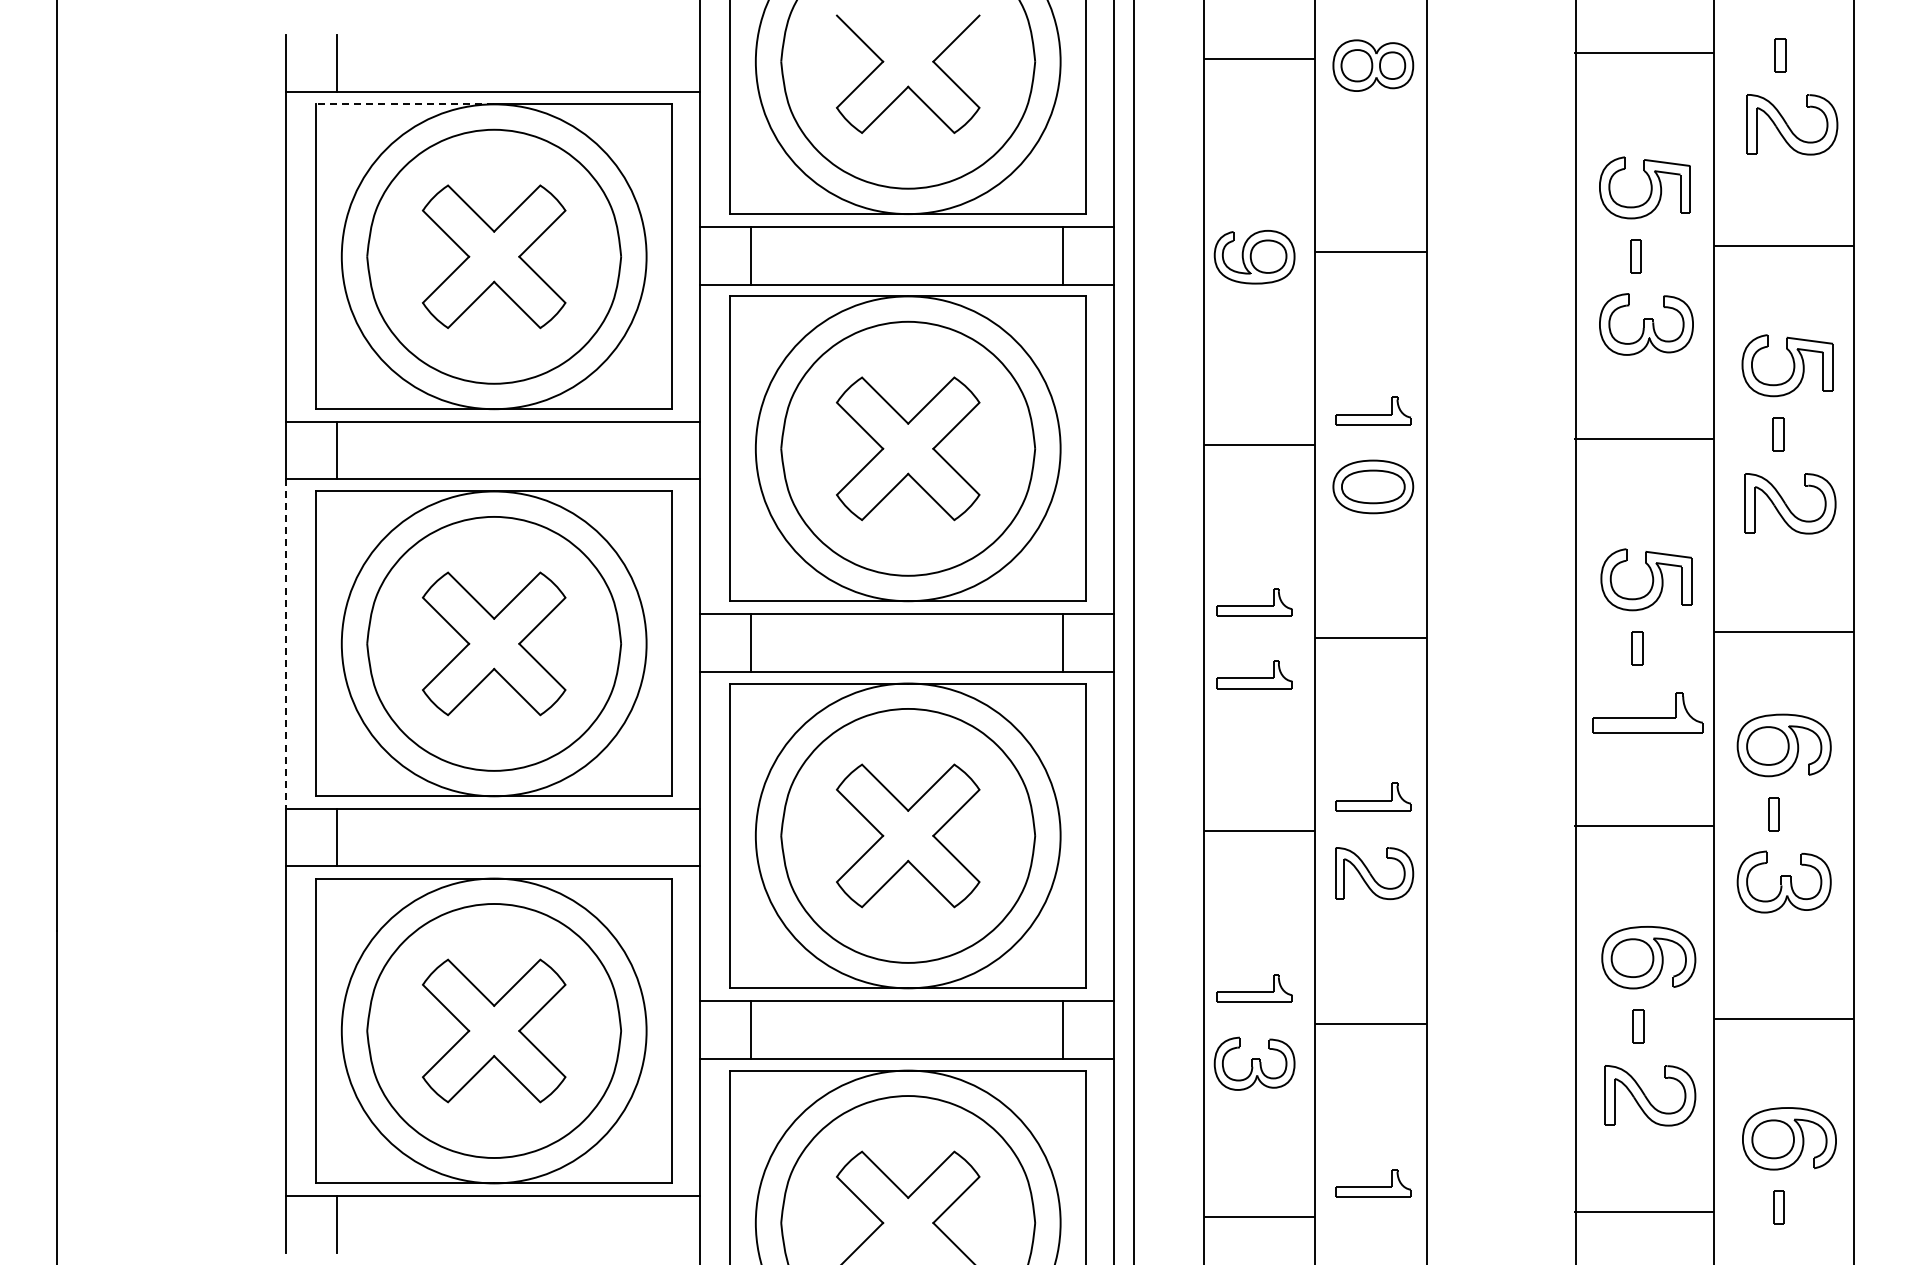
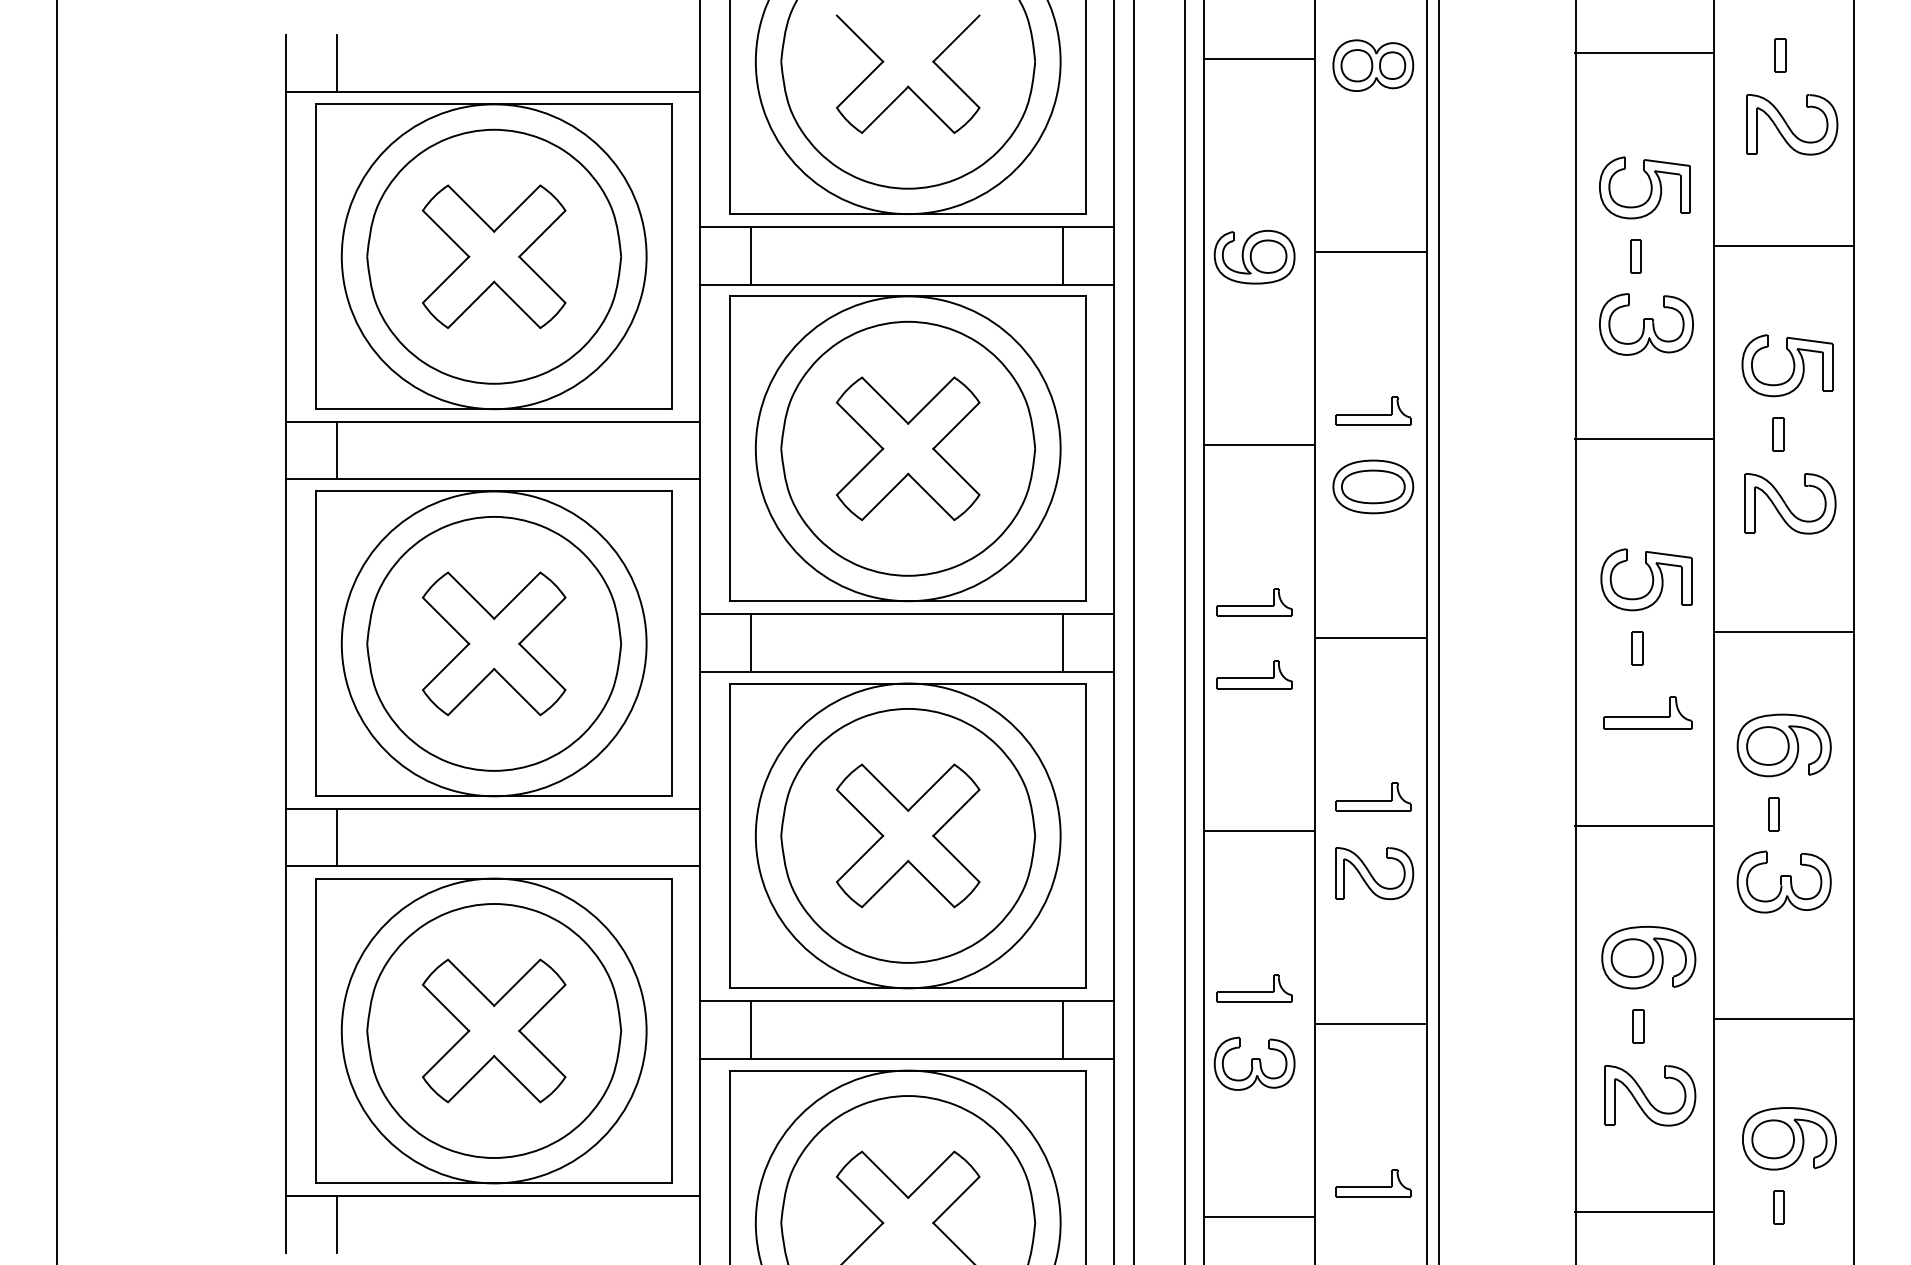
line at (405, 104): dashed -> solid
line at (1185, 631): none -> present
line at (1439, 631): none -> present
line at (285, 644): dashed -> solid
part at (1647, 712) size: 112x42 px -> 90x34 px
